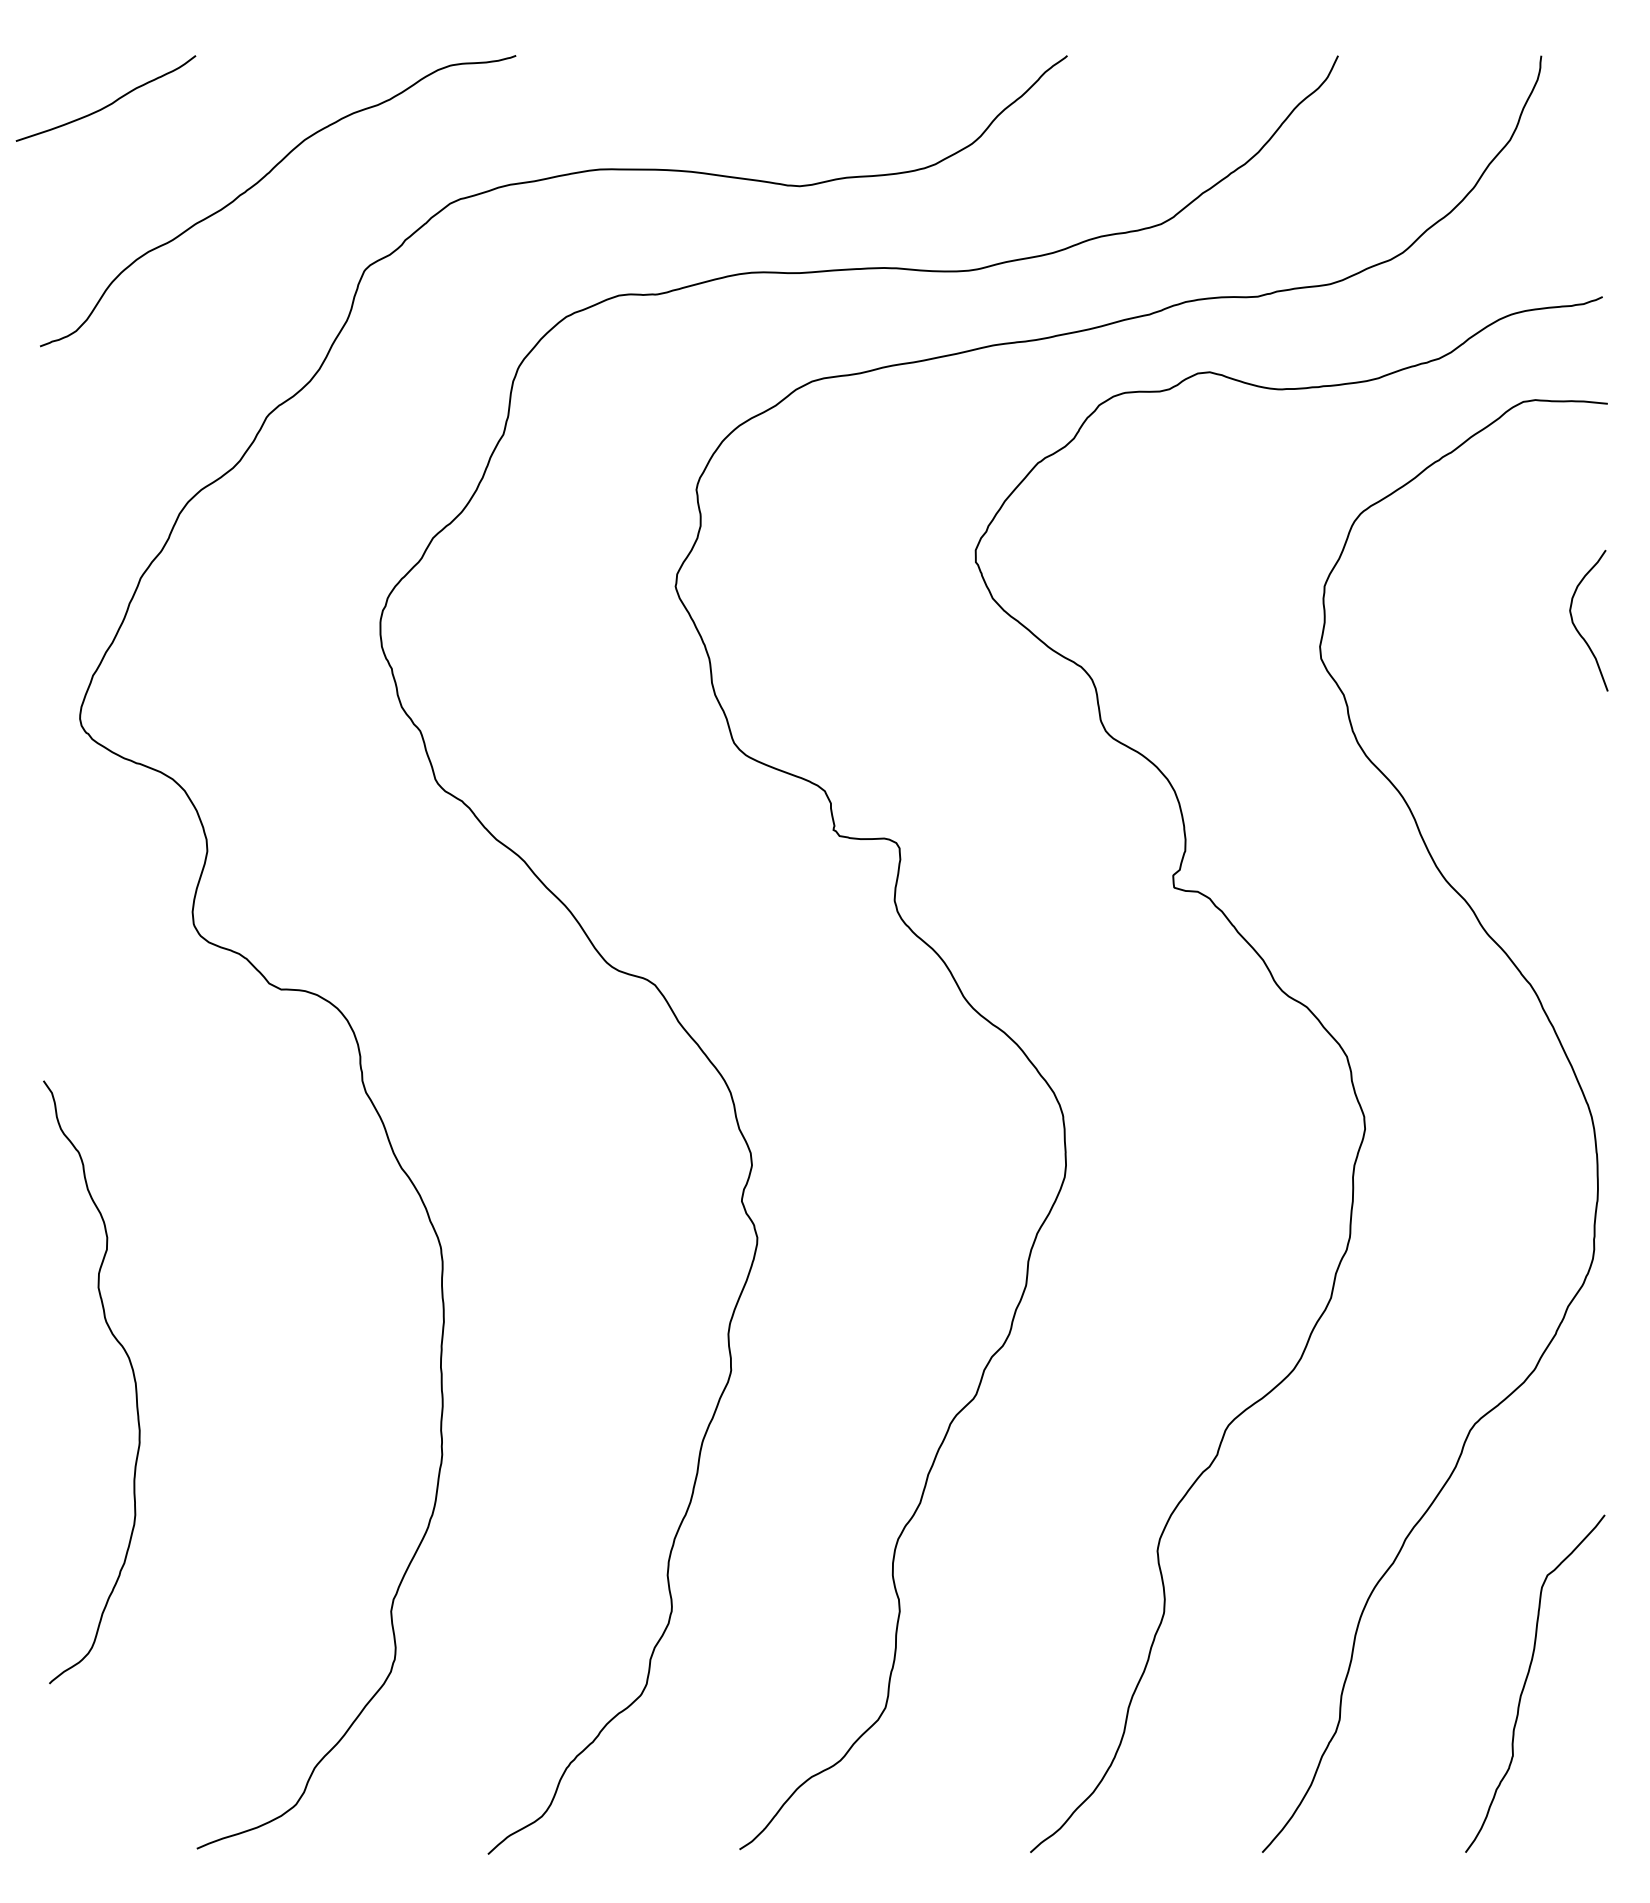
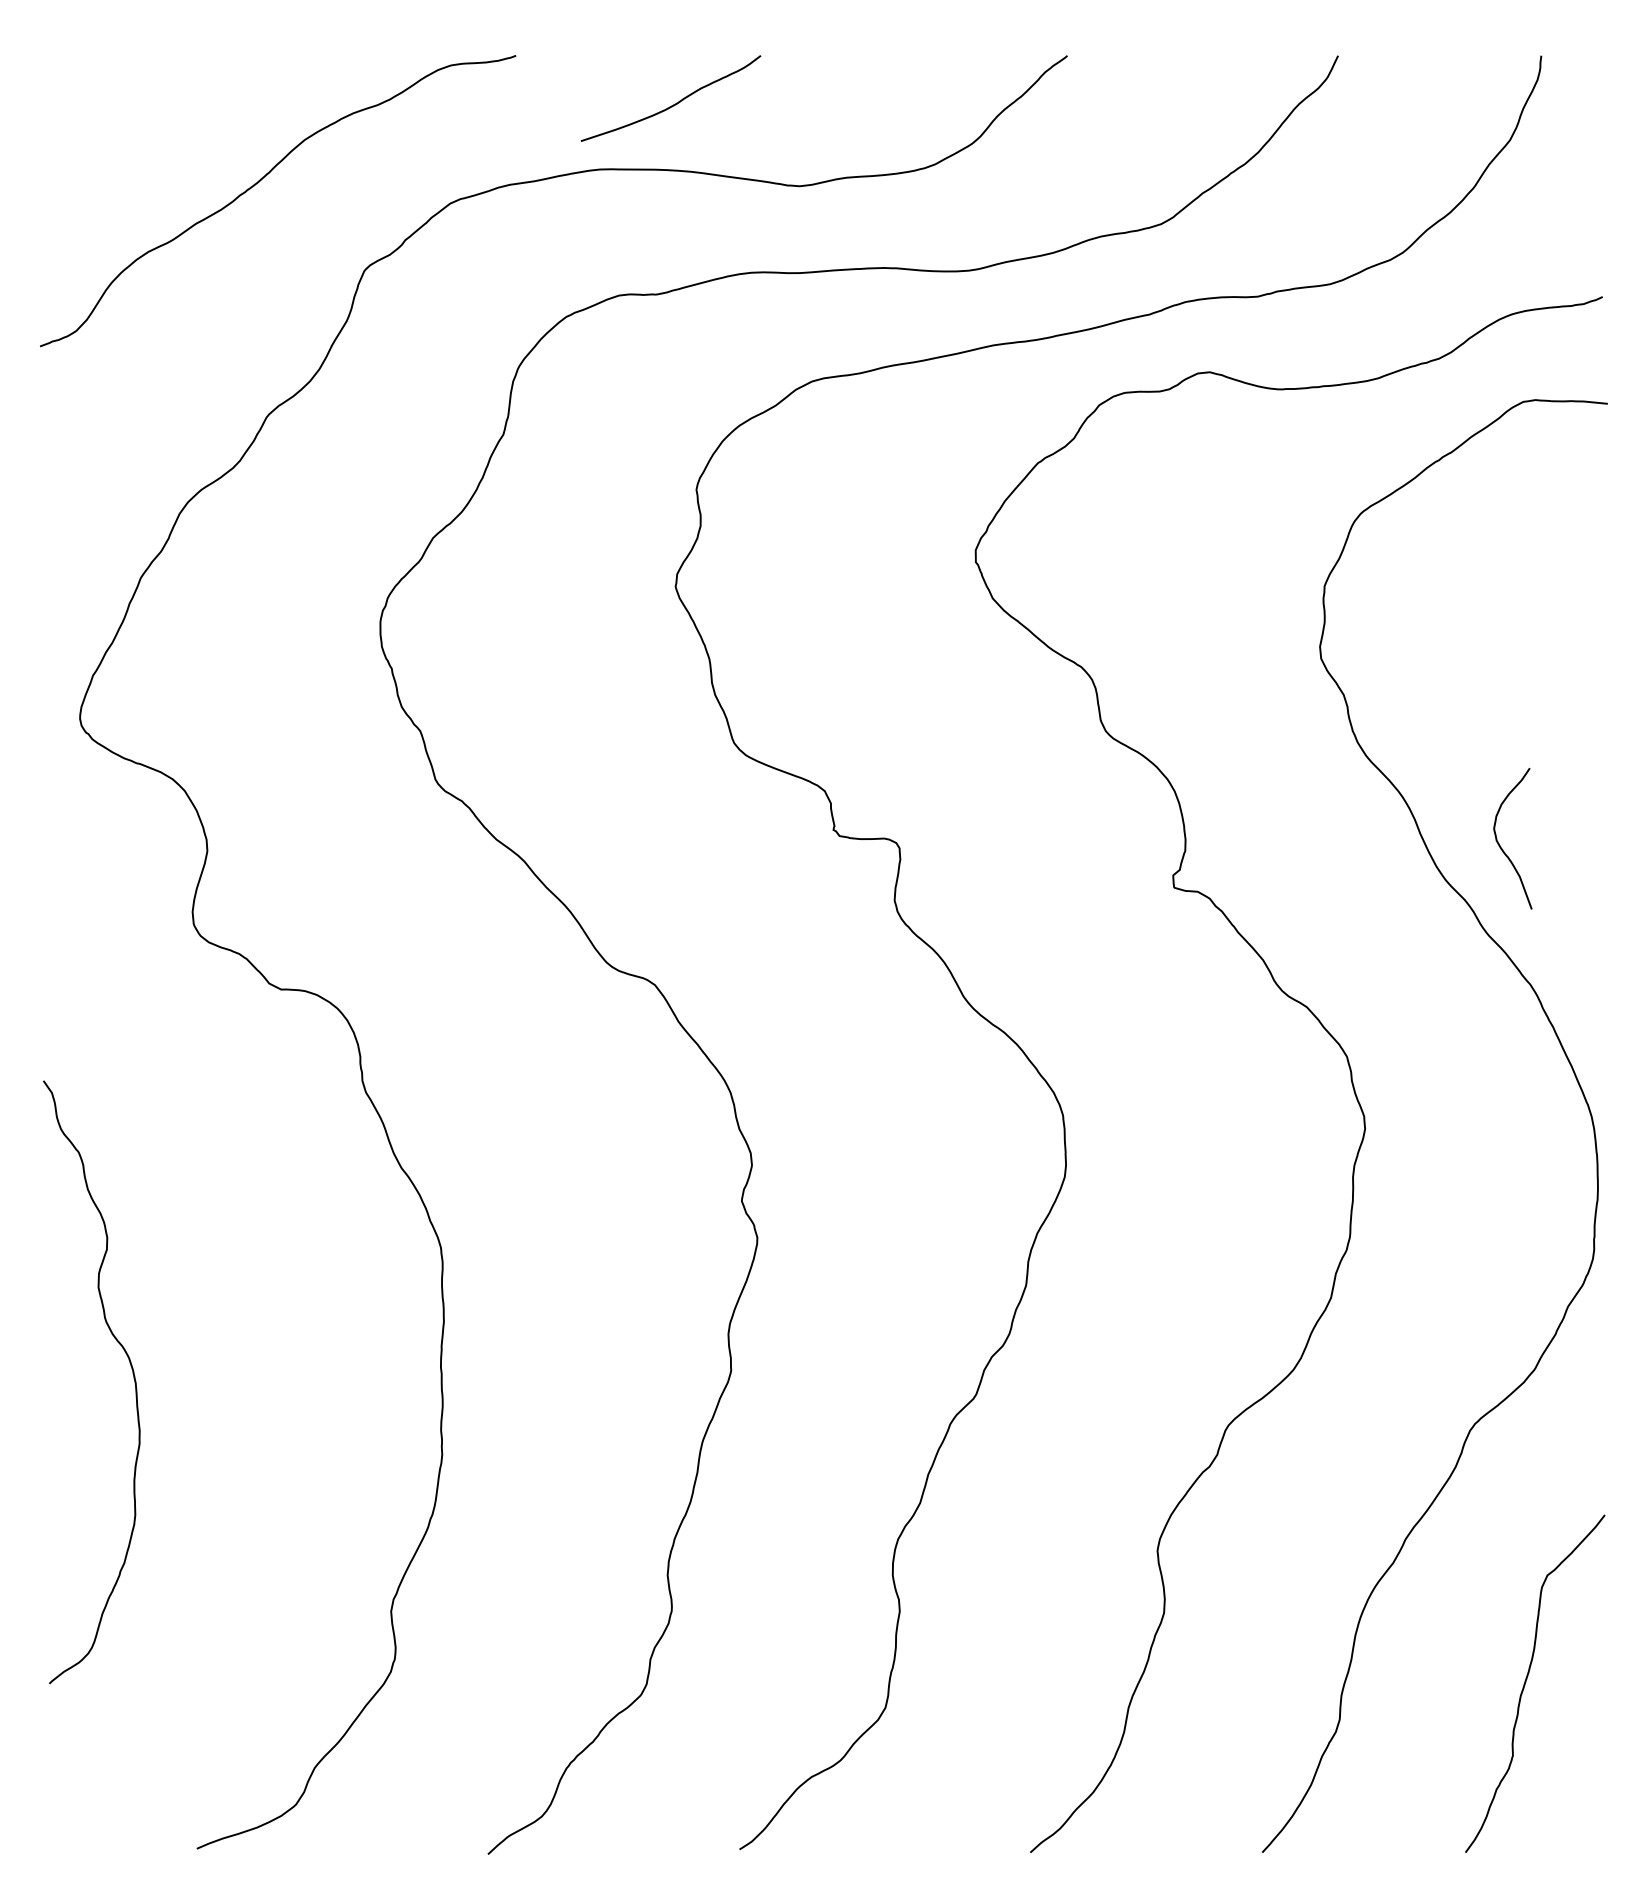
curve at (108, 104) position: (108, 104) -> (673, 104)
curve at (1576, 627) position: (1576, 627) -> (1500, 845)
